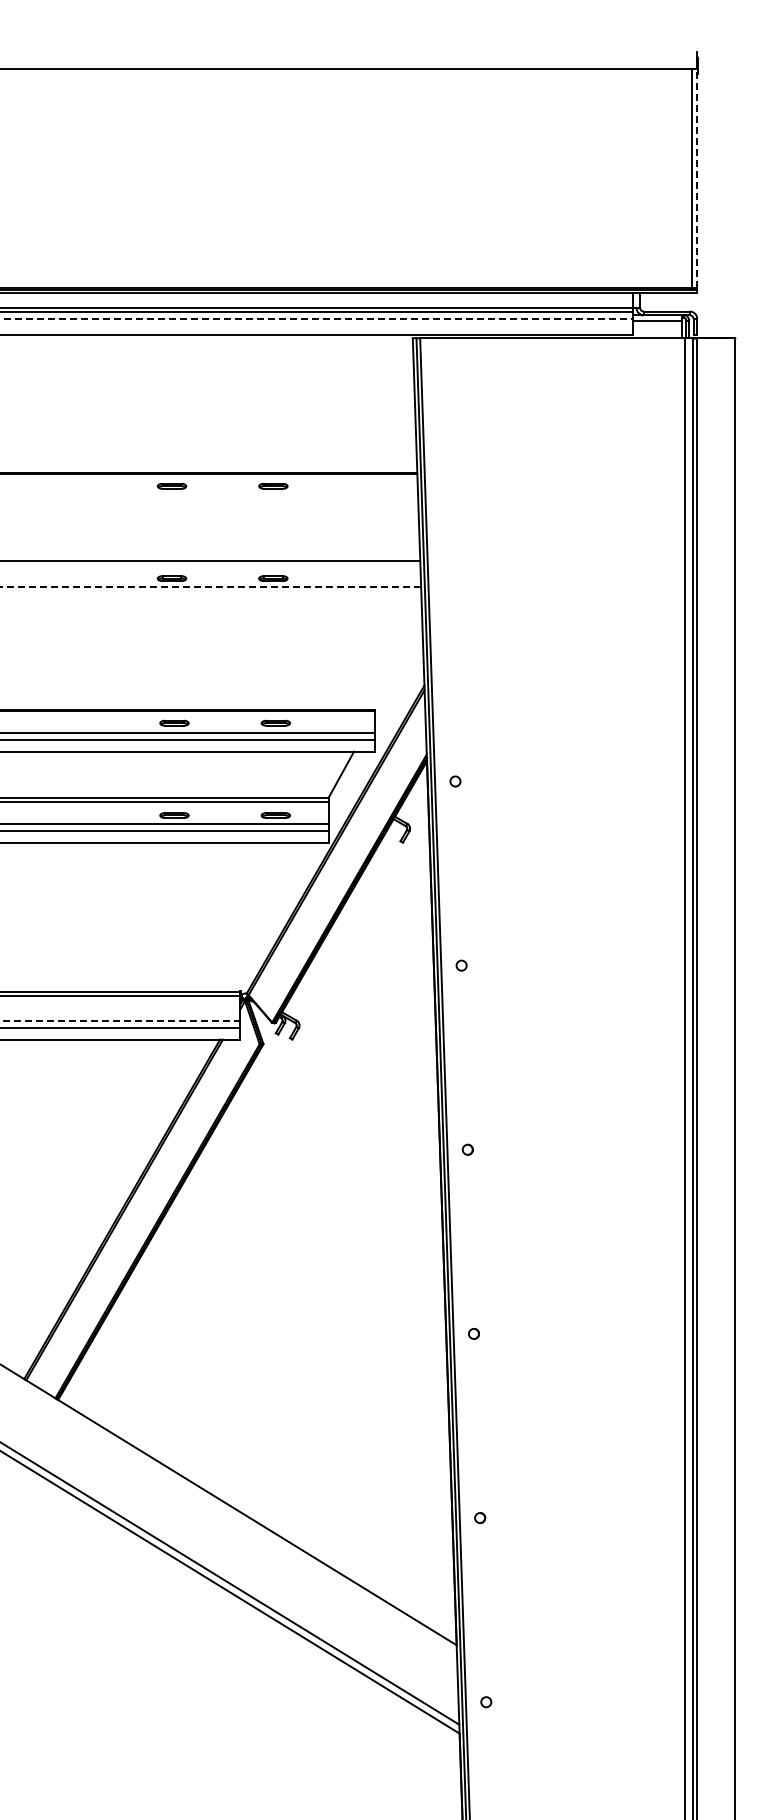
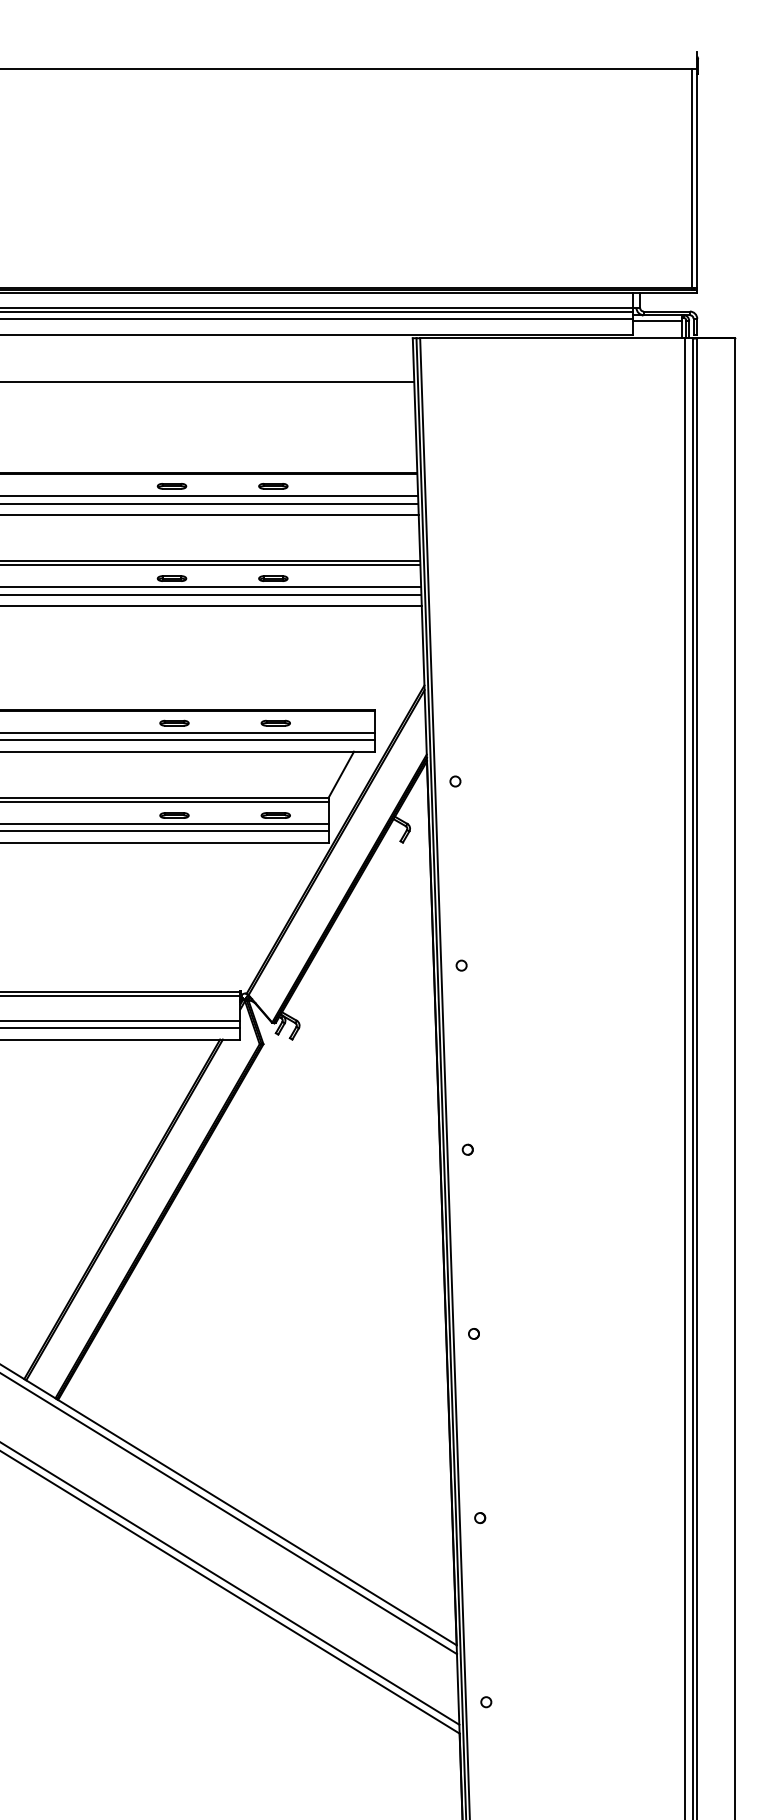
line at (697, 177): dashed -> solid
line at (316, 318): dashed -> solid
line at (208, 382): none -> present
line at (210, 495): none -> present
line at (210, 503): none -> present
line at (210, 514): none -> present
line at (211, 564): none -> present
line at (211, 586): dashed -> solid
line at (211, 594): none -> present
line at (211, 605): none -> present
line at (120, 1020): dashed -> solid
line at (229, 1514): none -> present
